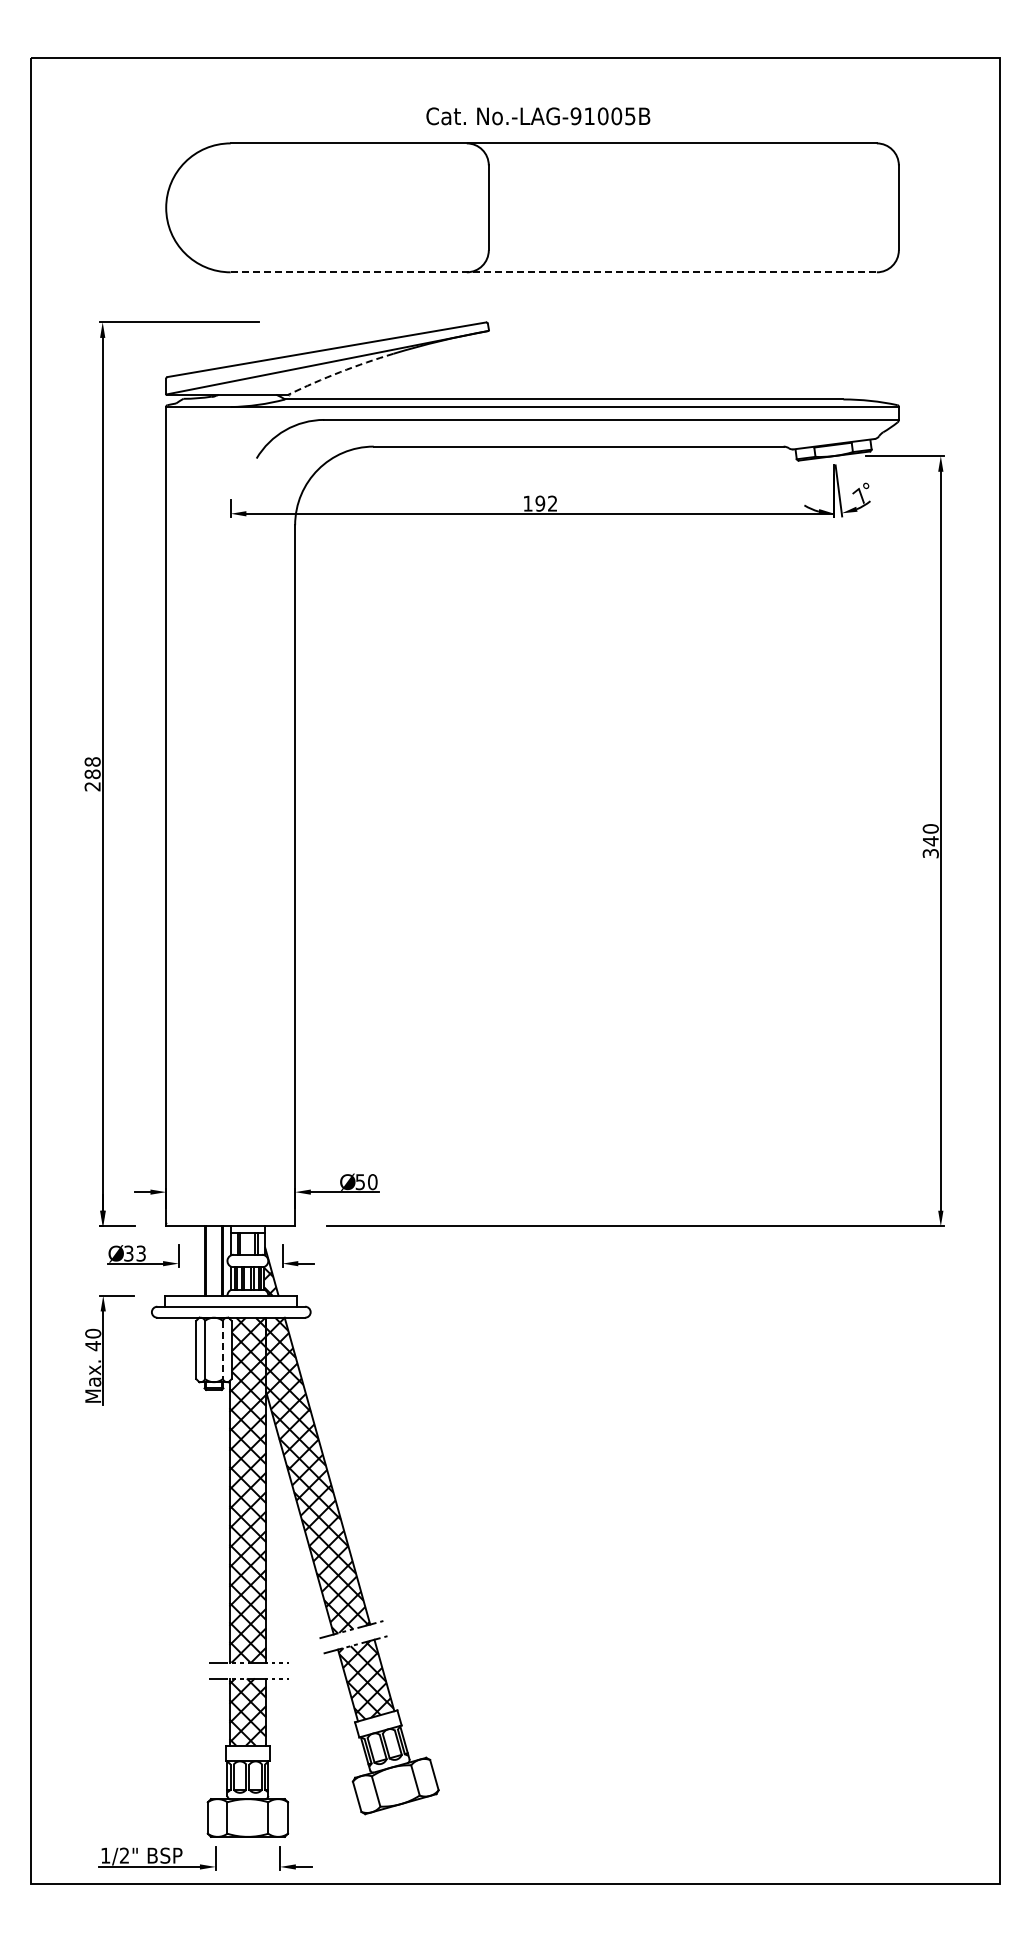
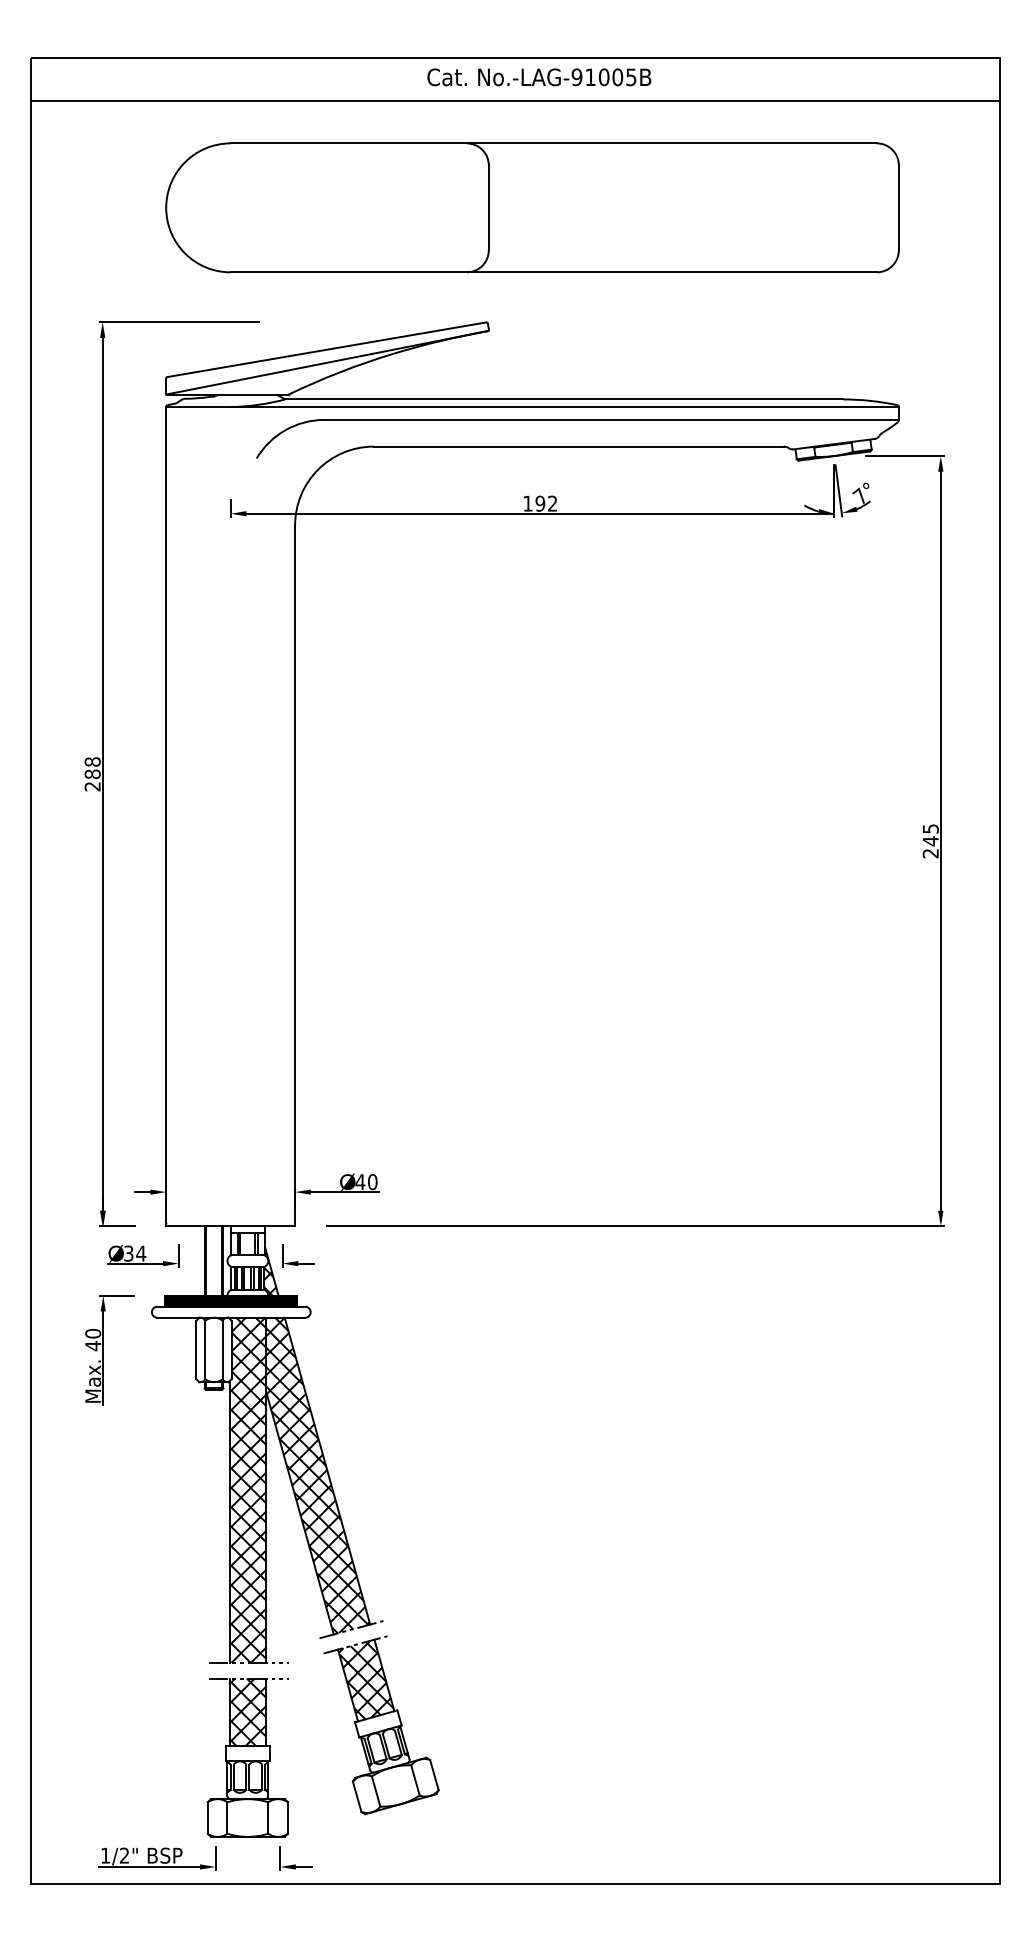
line at (515, 100): none -> present
text at (538, 116) position: (538, 116) -> (539, 77)
line at (554, 272): dashed -> solid
arc at (340, 372): dashed -> solid
text at (930, 841): 340 -> 245
text at (360, 1182): 50 -> 40
text at (141, 1253): 33 -> 34
hatch at (231, 1300): none -> present
line at (222, 1350): dashed -> solid
